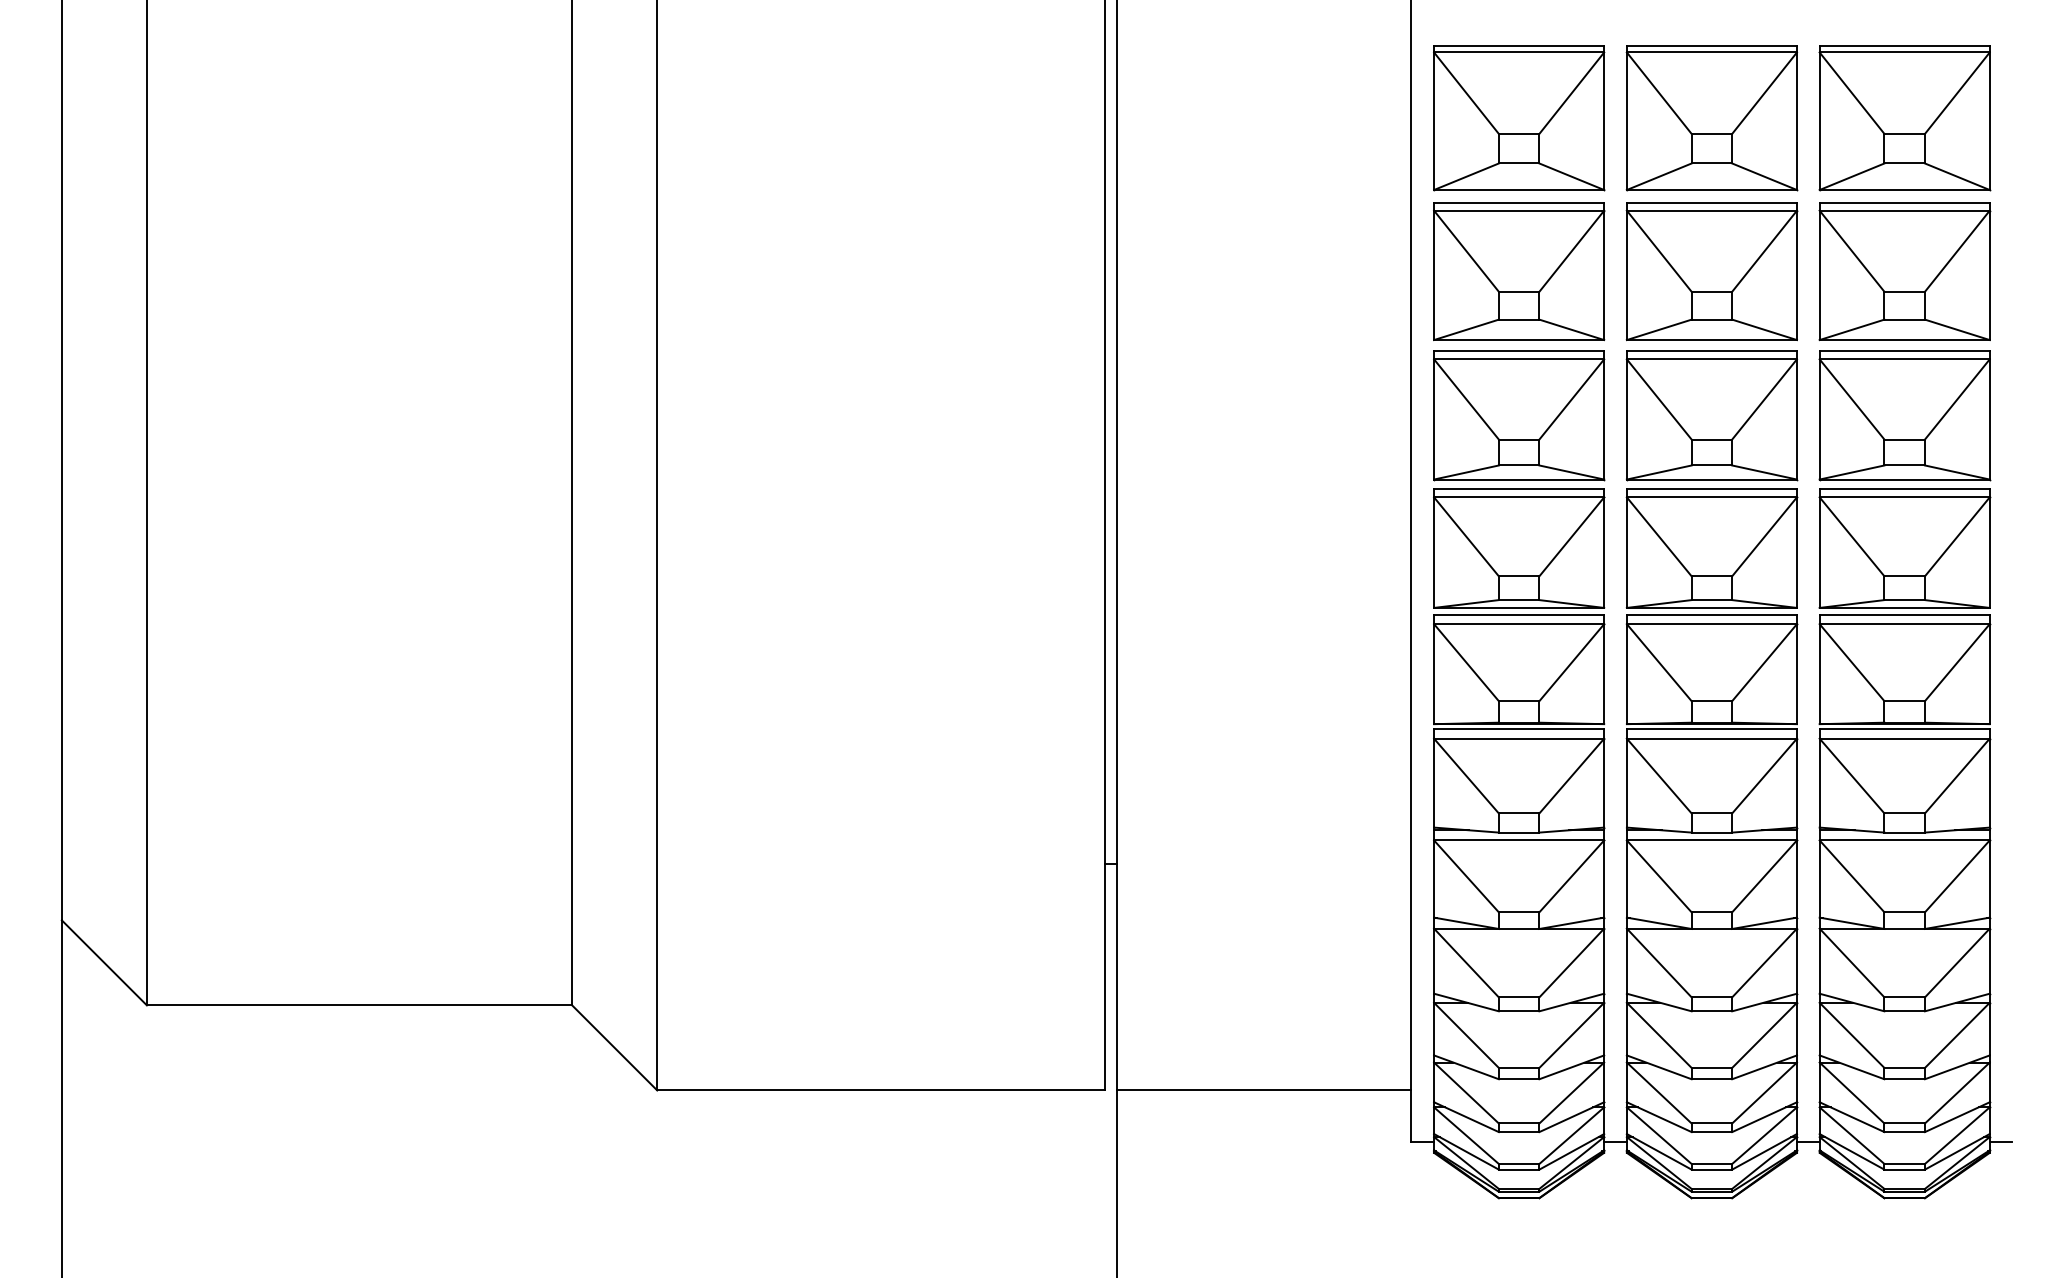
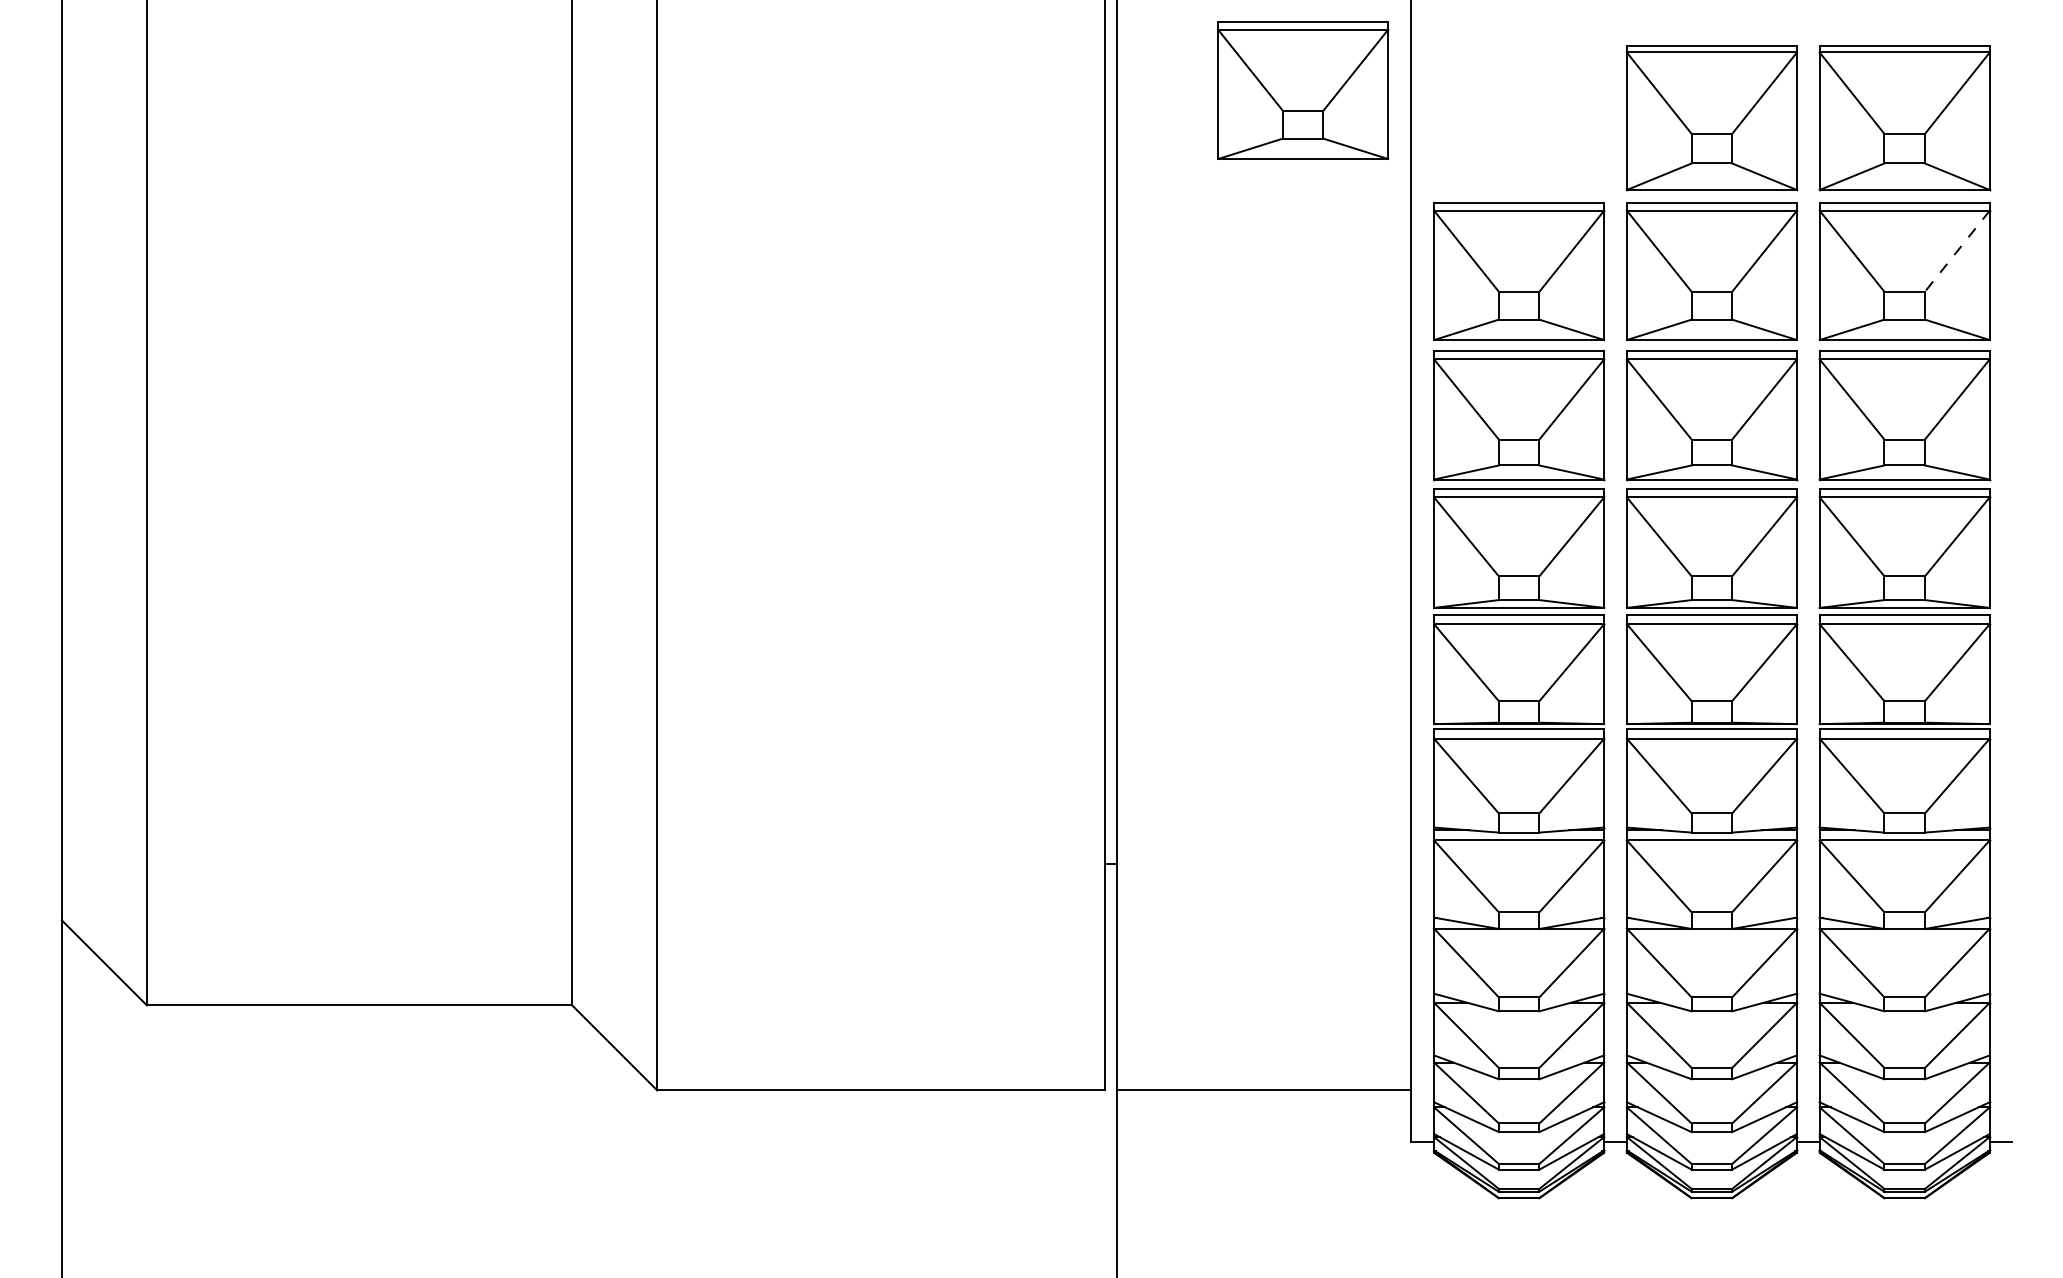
part at (1303, 90): none -> present
part at (1519, 118): present -> none
line at (1957, 251): solid -> dashed
